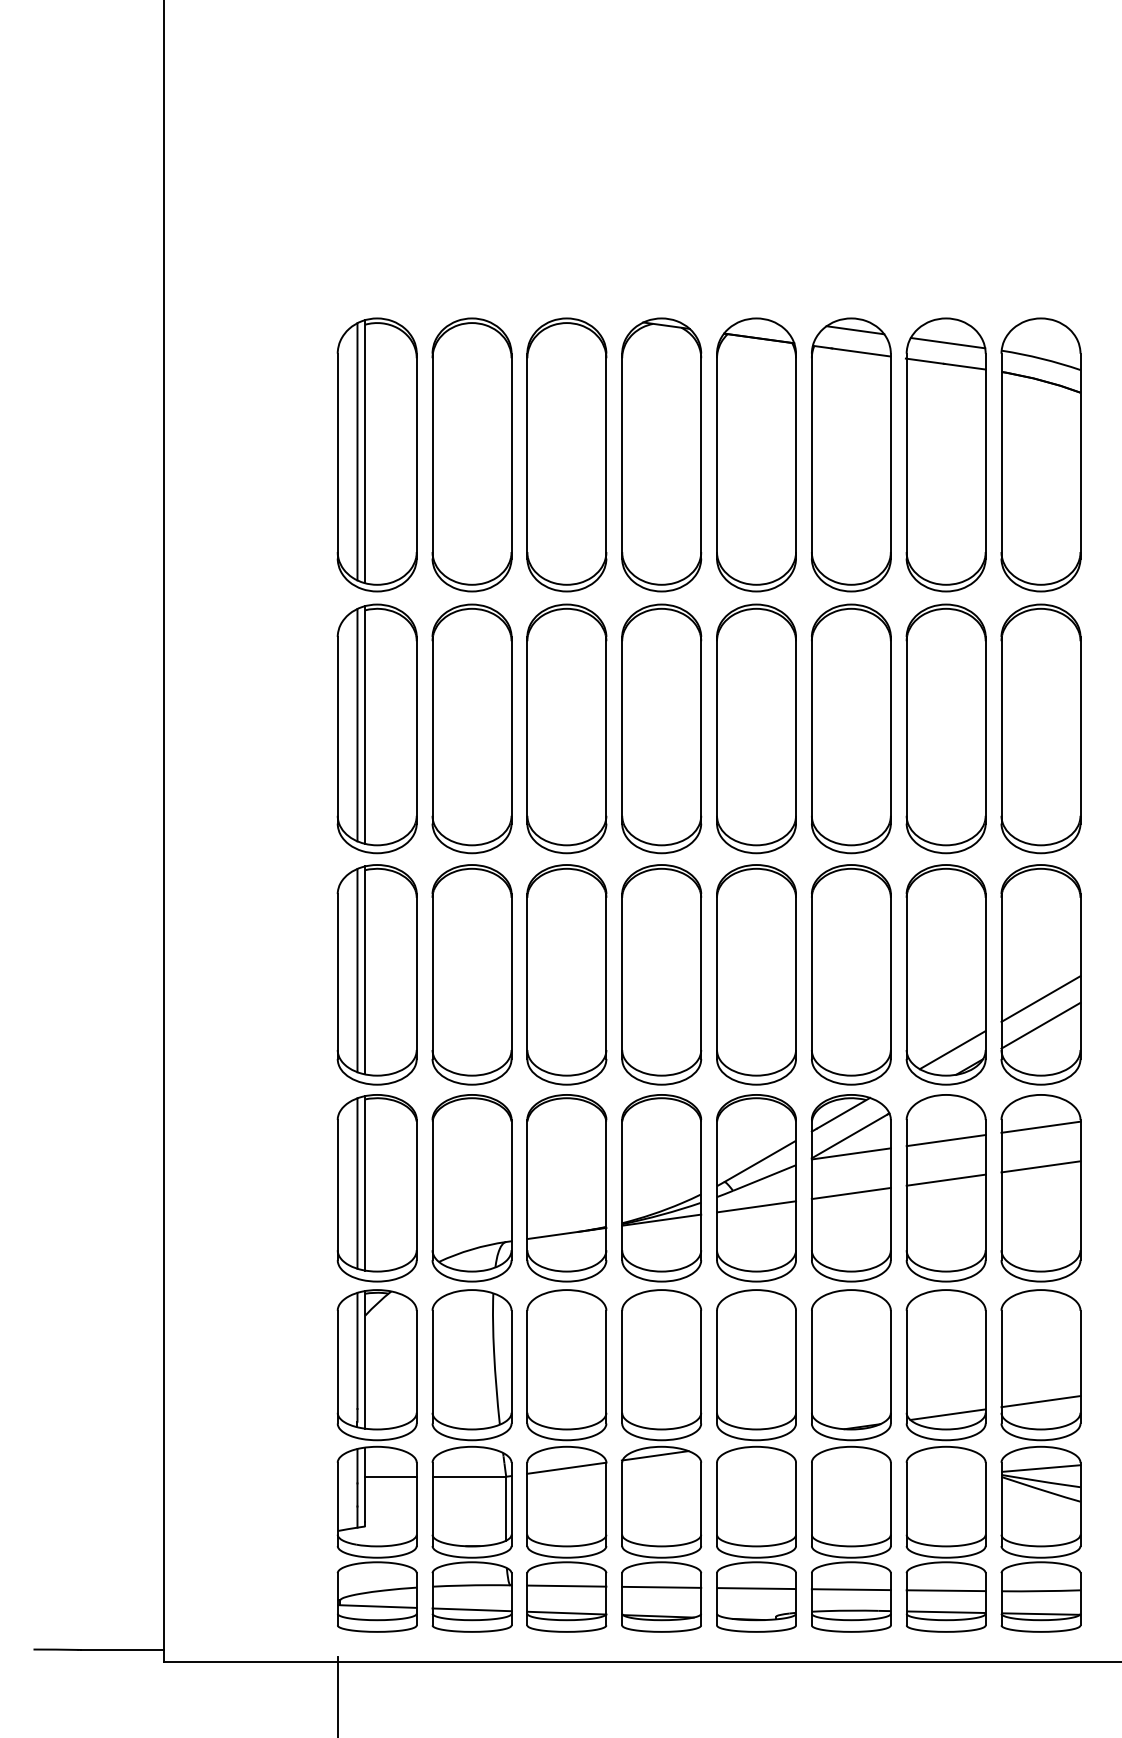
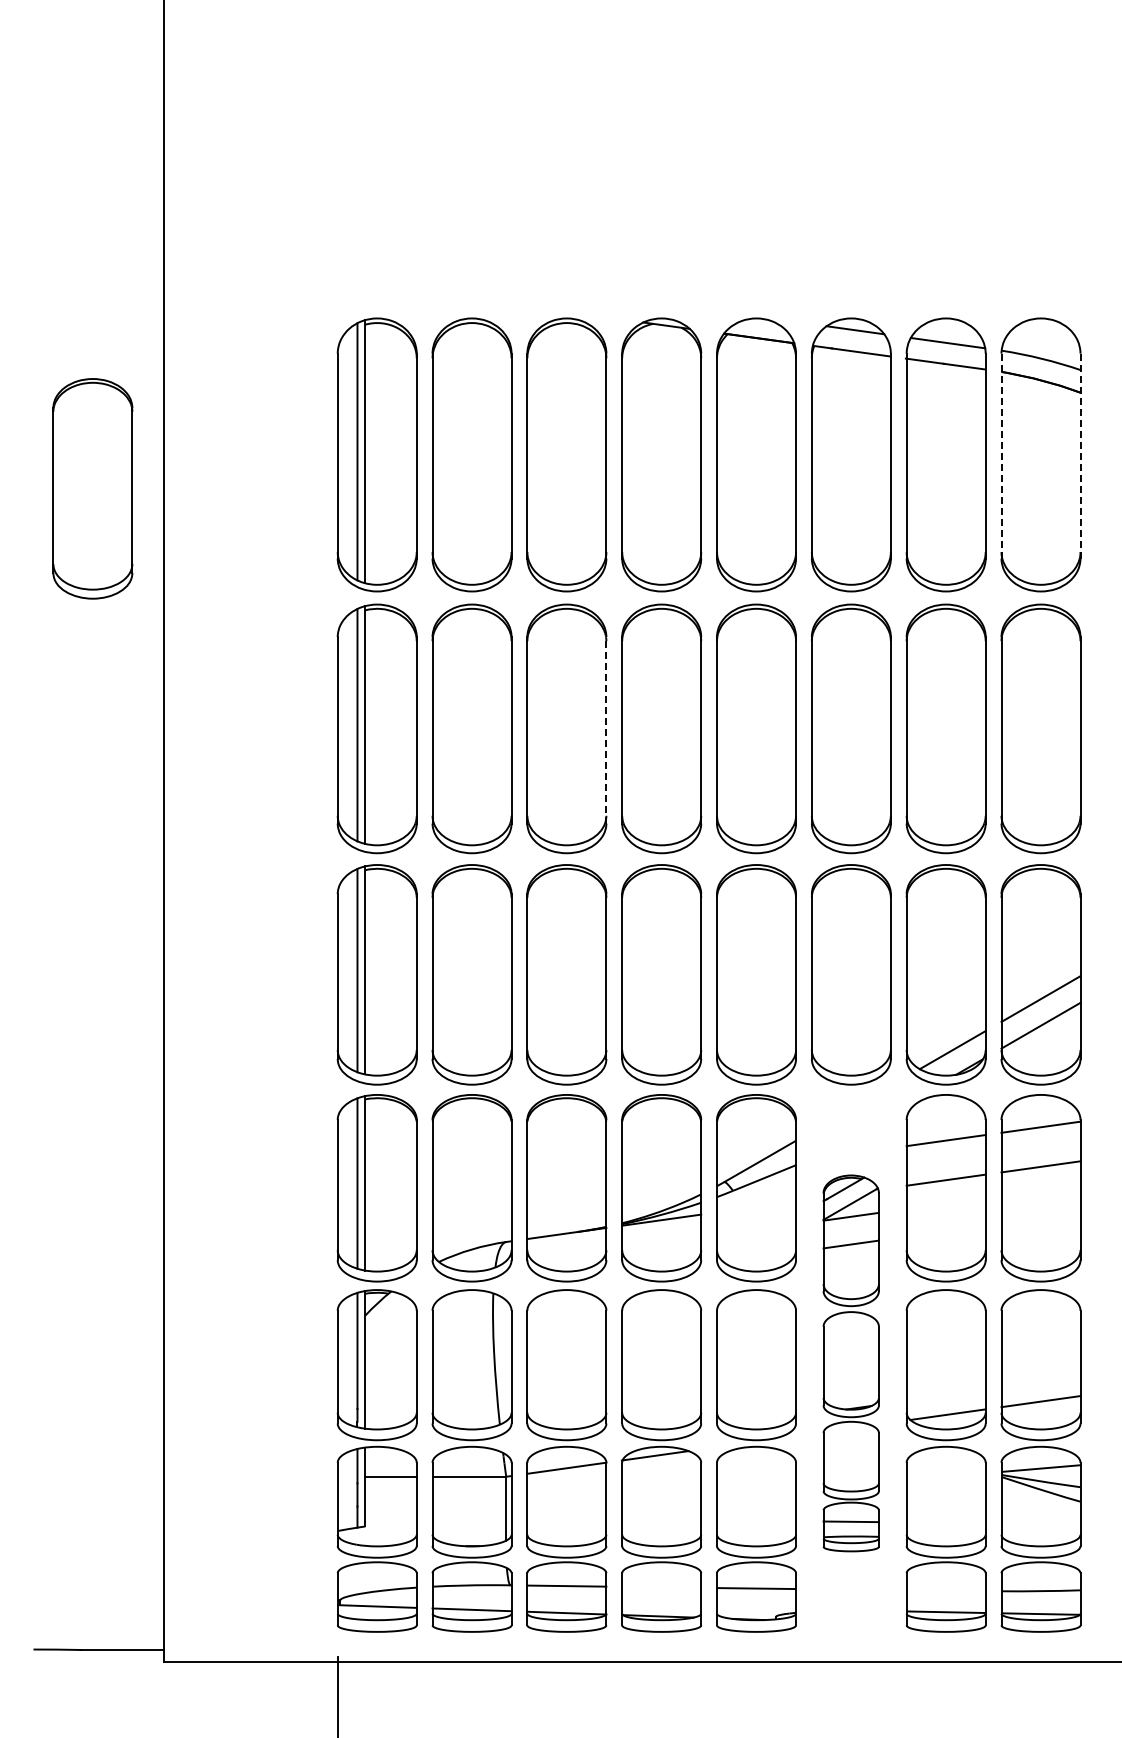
line at (1080, 455): solid -> dashed
line at (1001, 456): solid -> dashed
part at (92, 488): none -> present
line at (606, 729): solid -> dashed
line at (756, 1206): present -> none
part at (850, 1363) size: 82x539 px -> 58x379 px
line at (661, 1586): present -> none
line at (945, 1590): present -> none
